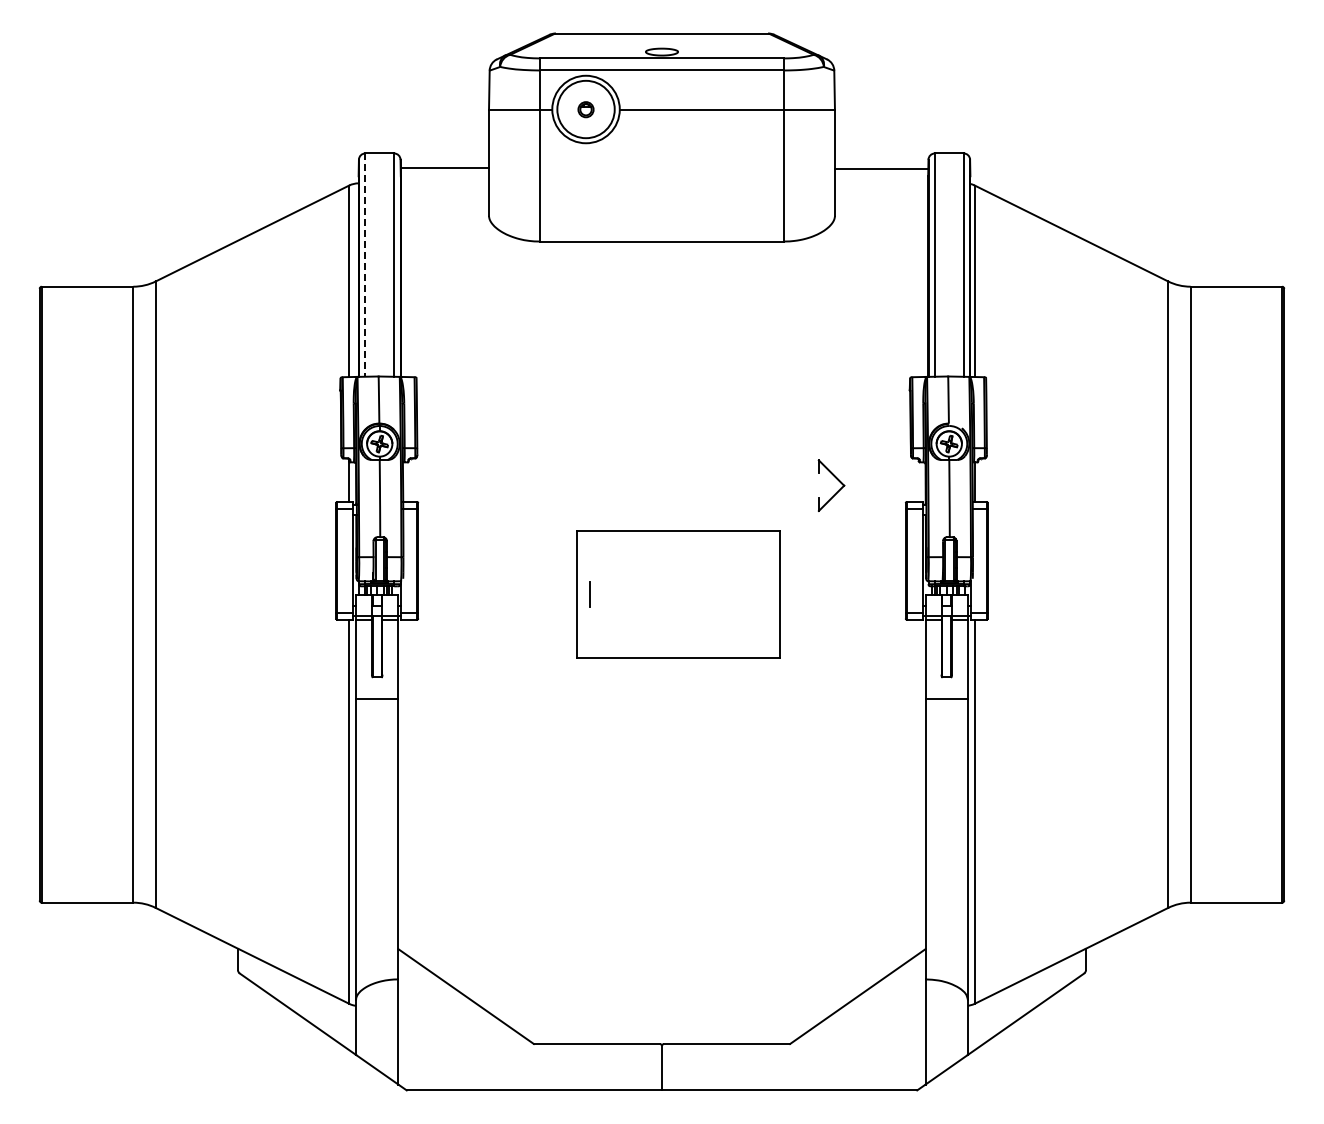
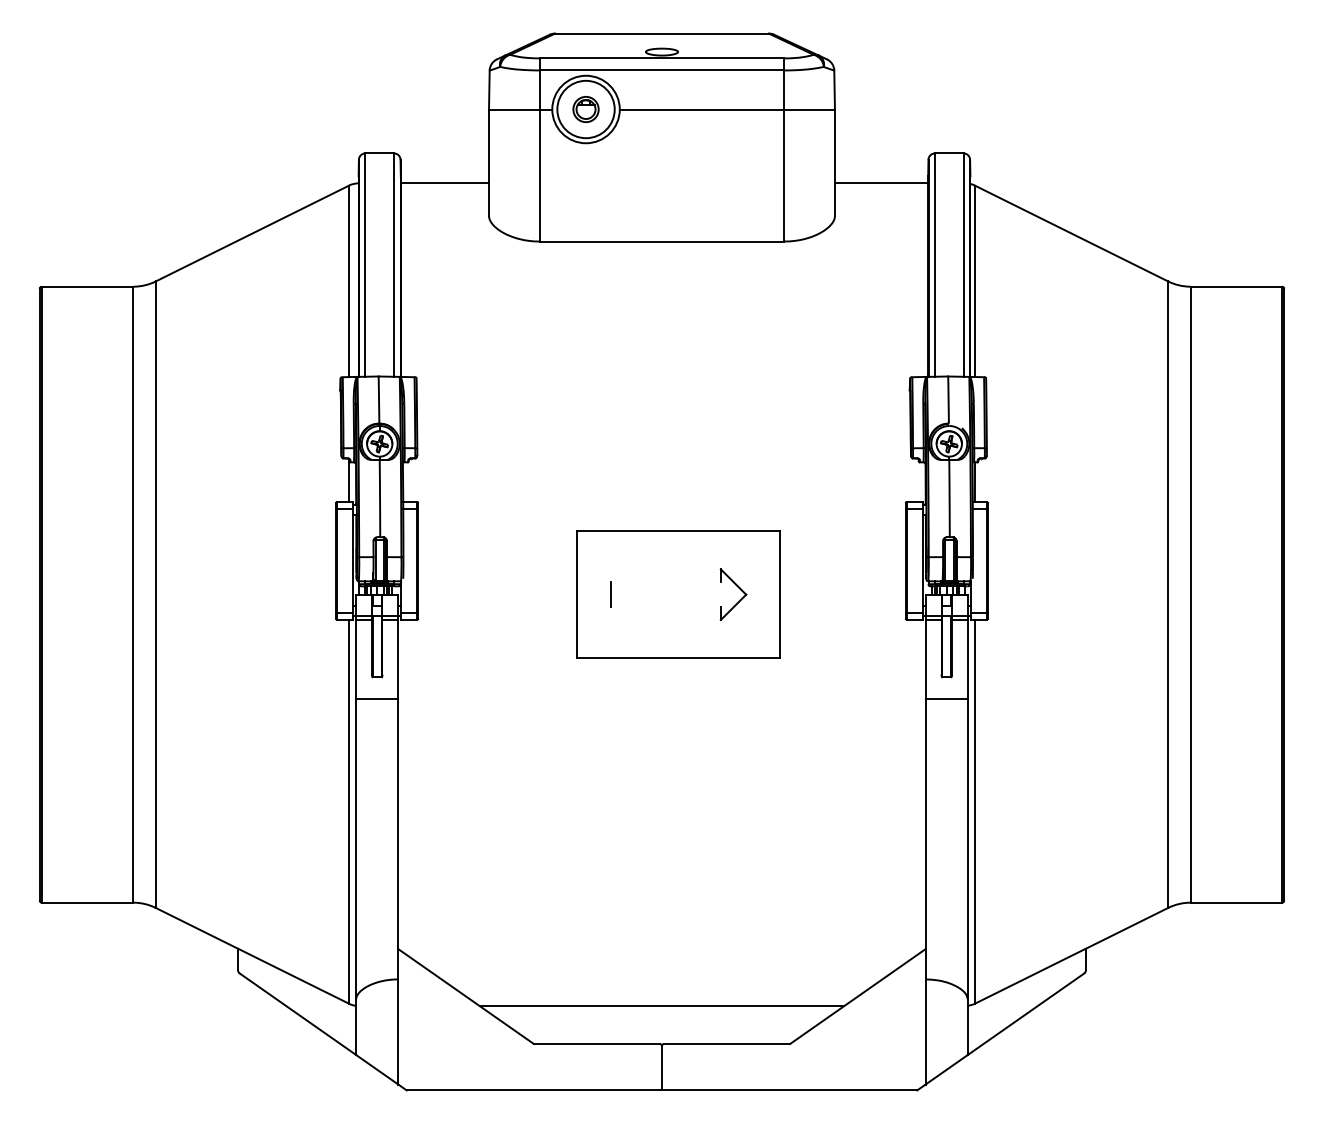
part at (585, 109) size: 18x18 px -> 28x28 px
line at (444, 168) position: (444, 168) -> (444, 183)
line at (881, 169) position: (881, 169) -> (881, 183)
line at (365, 265): dashed -> solid
part at (836, 479) position: (836, 479) -> (738, 588)
line at (589, 594) position: (589, 594) -> (610, 594)
line at (661, 1006): none -> present
